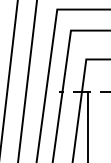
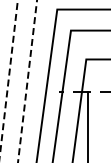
line at (9, 76): solid -> dashed
line at (27, 81): solid -> dashed
